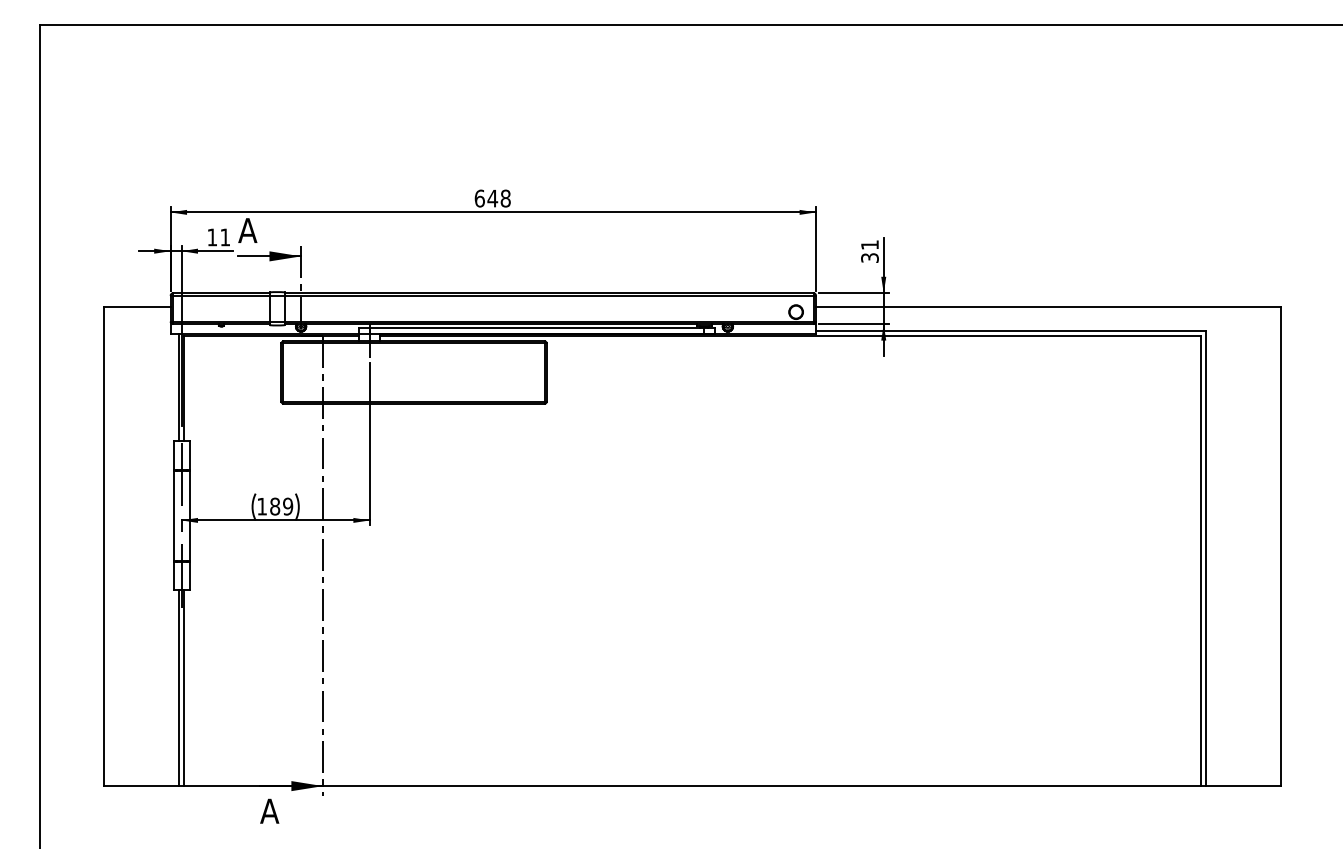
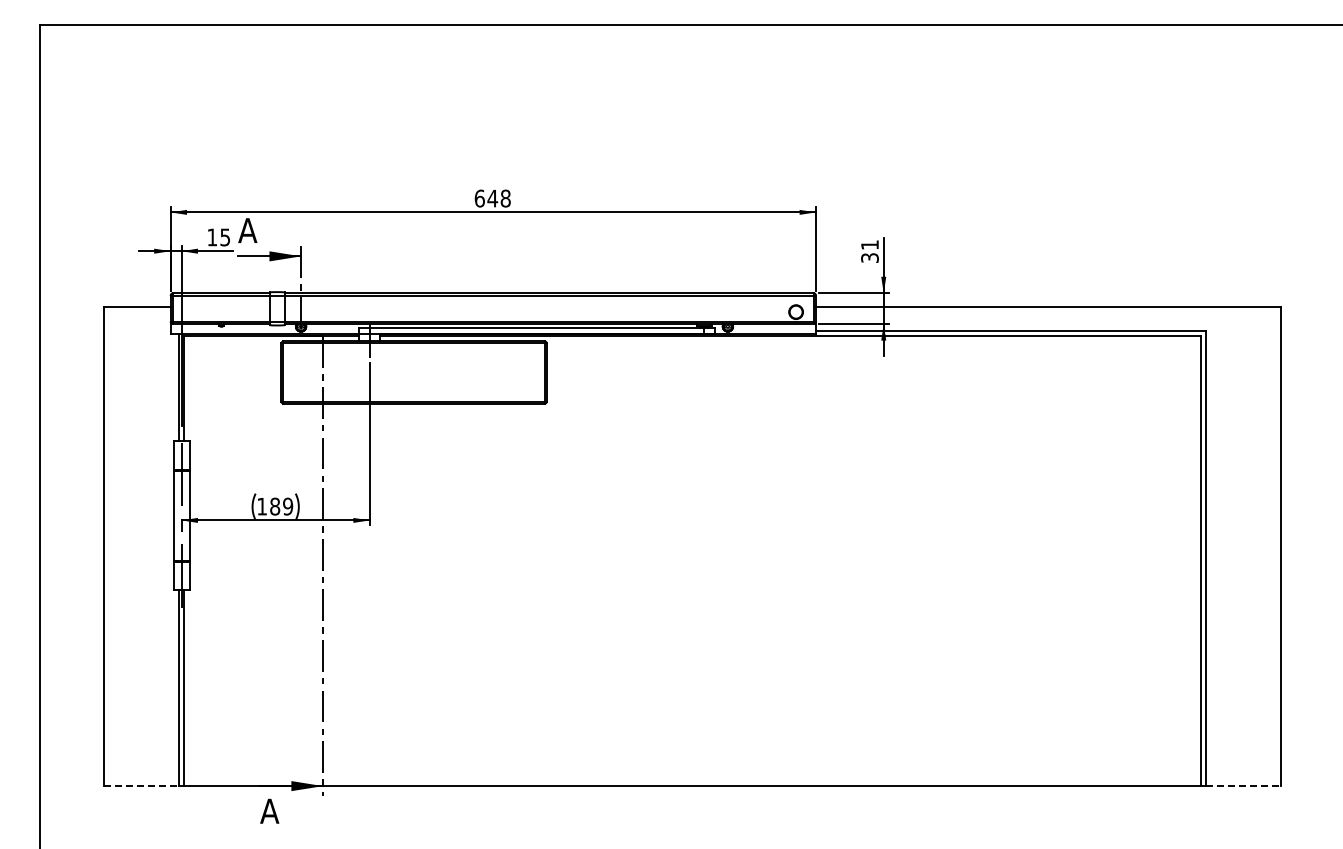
text at (224, 237): 11 -> 15
line at (142, 785): solid -> dashed
line at (1243, 785): solid -> dashed
